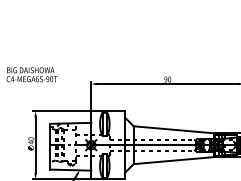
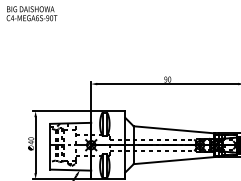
text at (31, 74) position: (31, 74) -> (31, 13)
